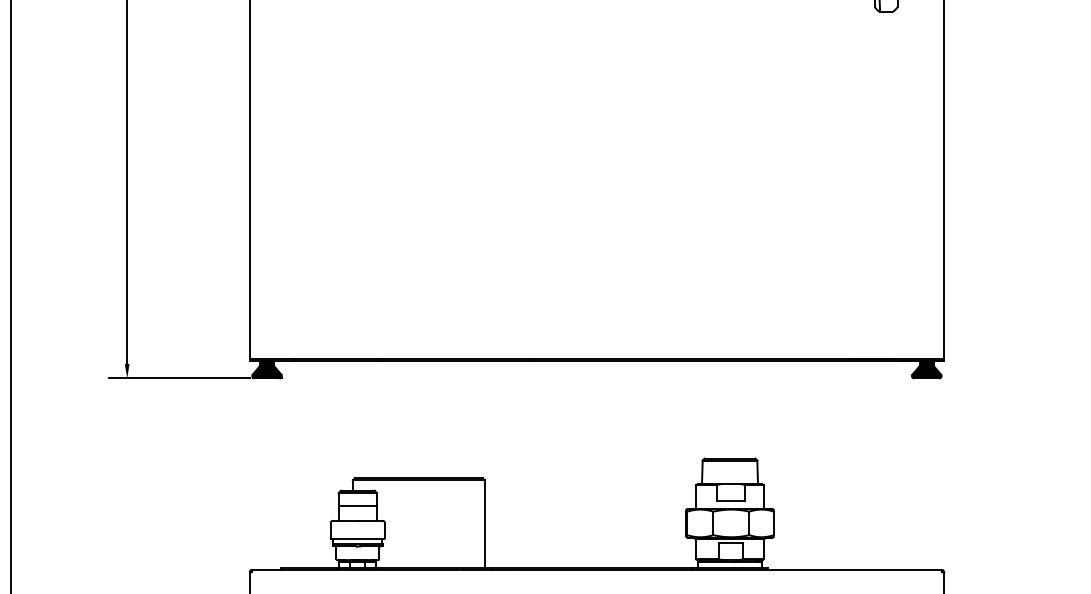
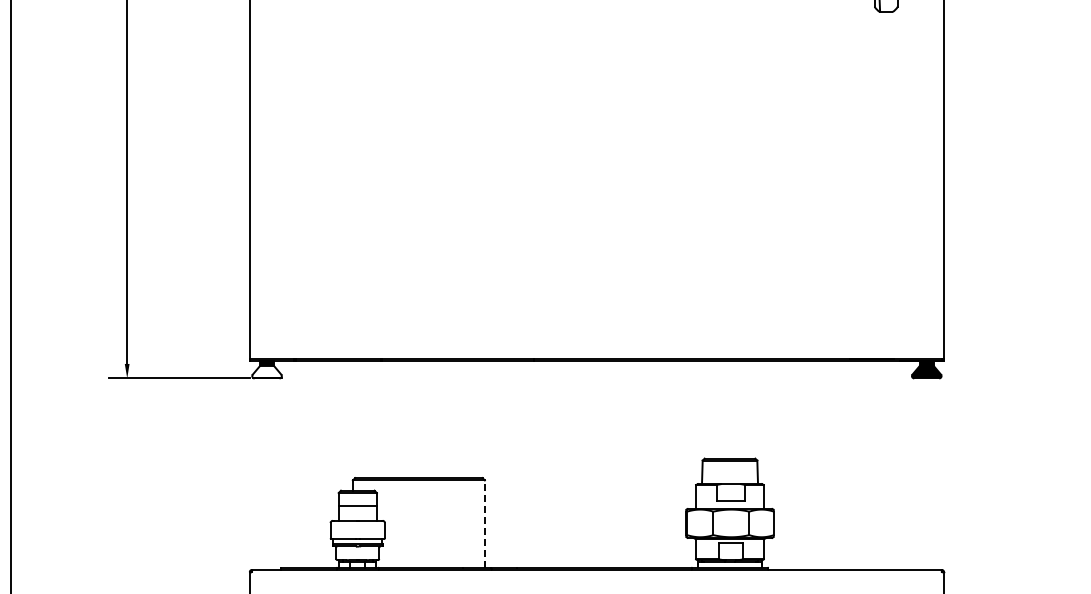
fill at (266, 371): present -> none
line at (484, 524): solid -> dashed
